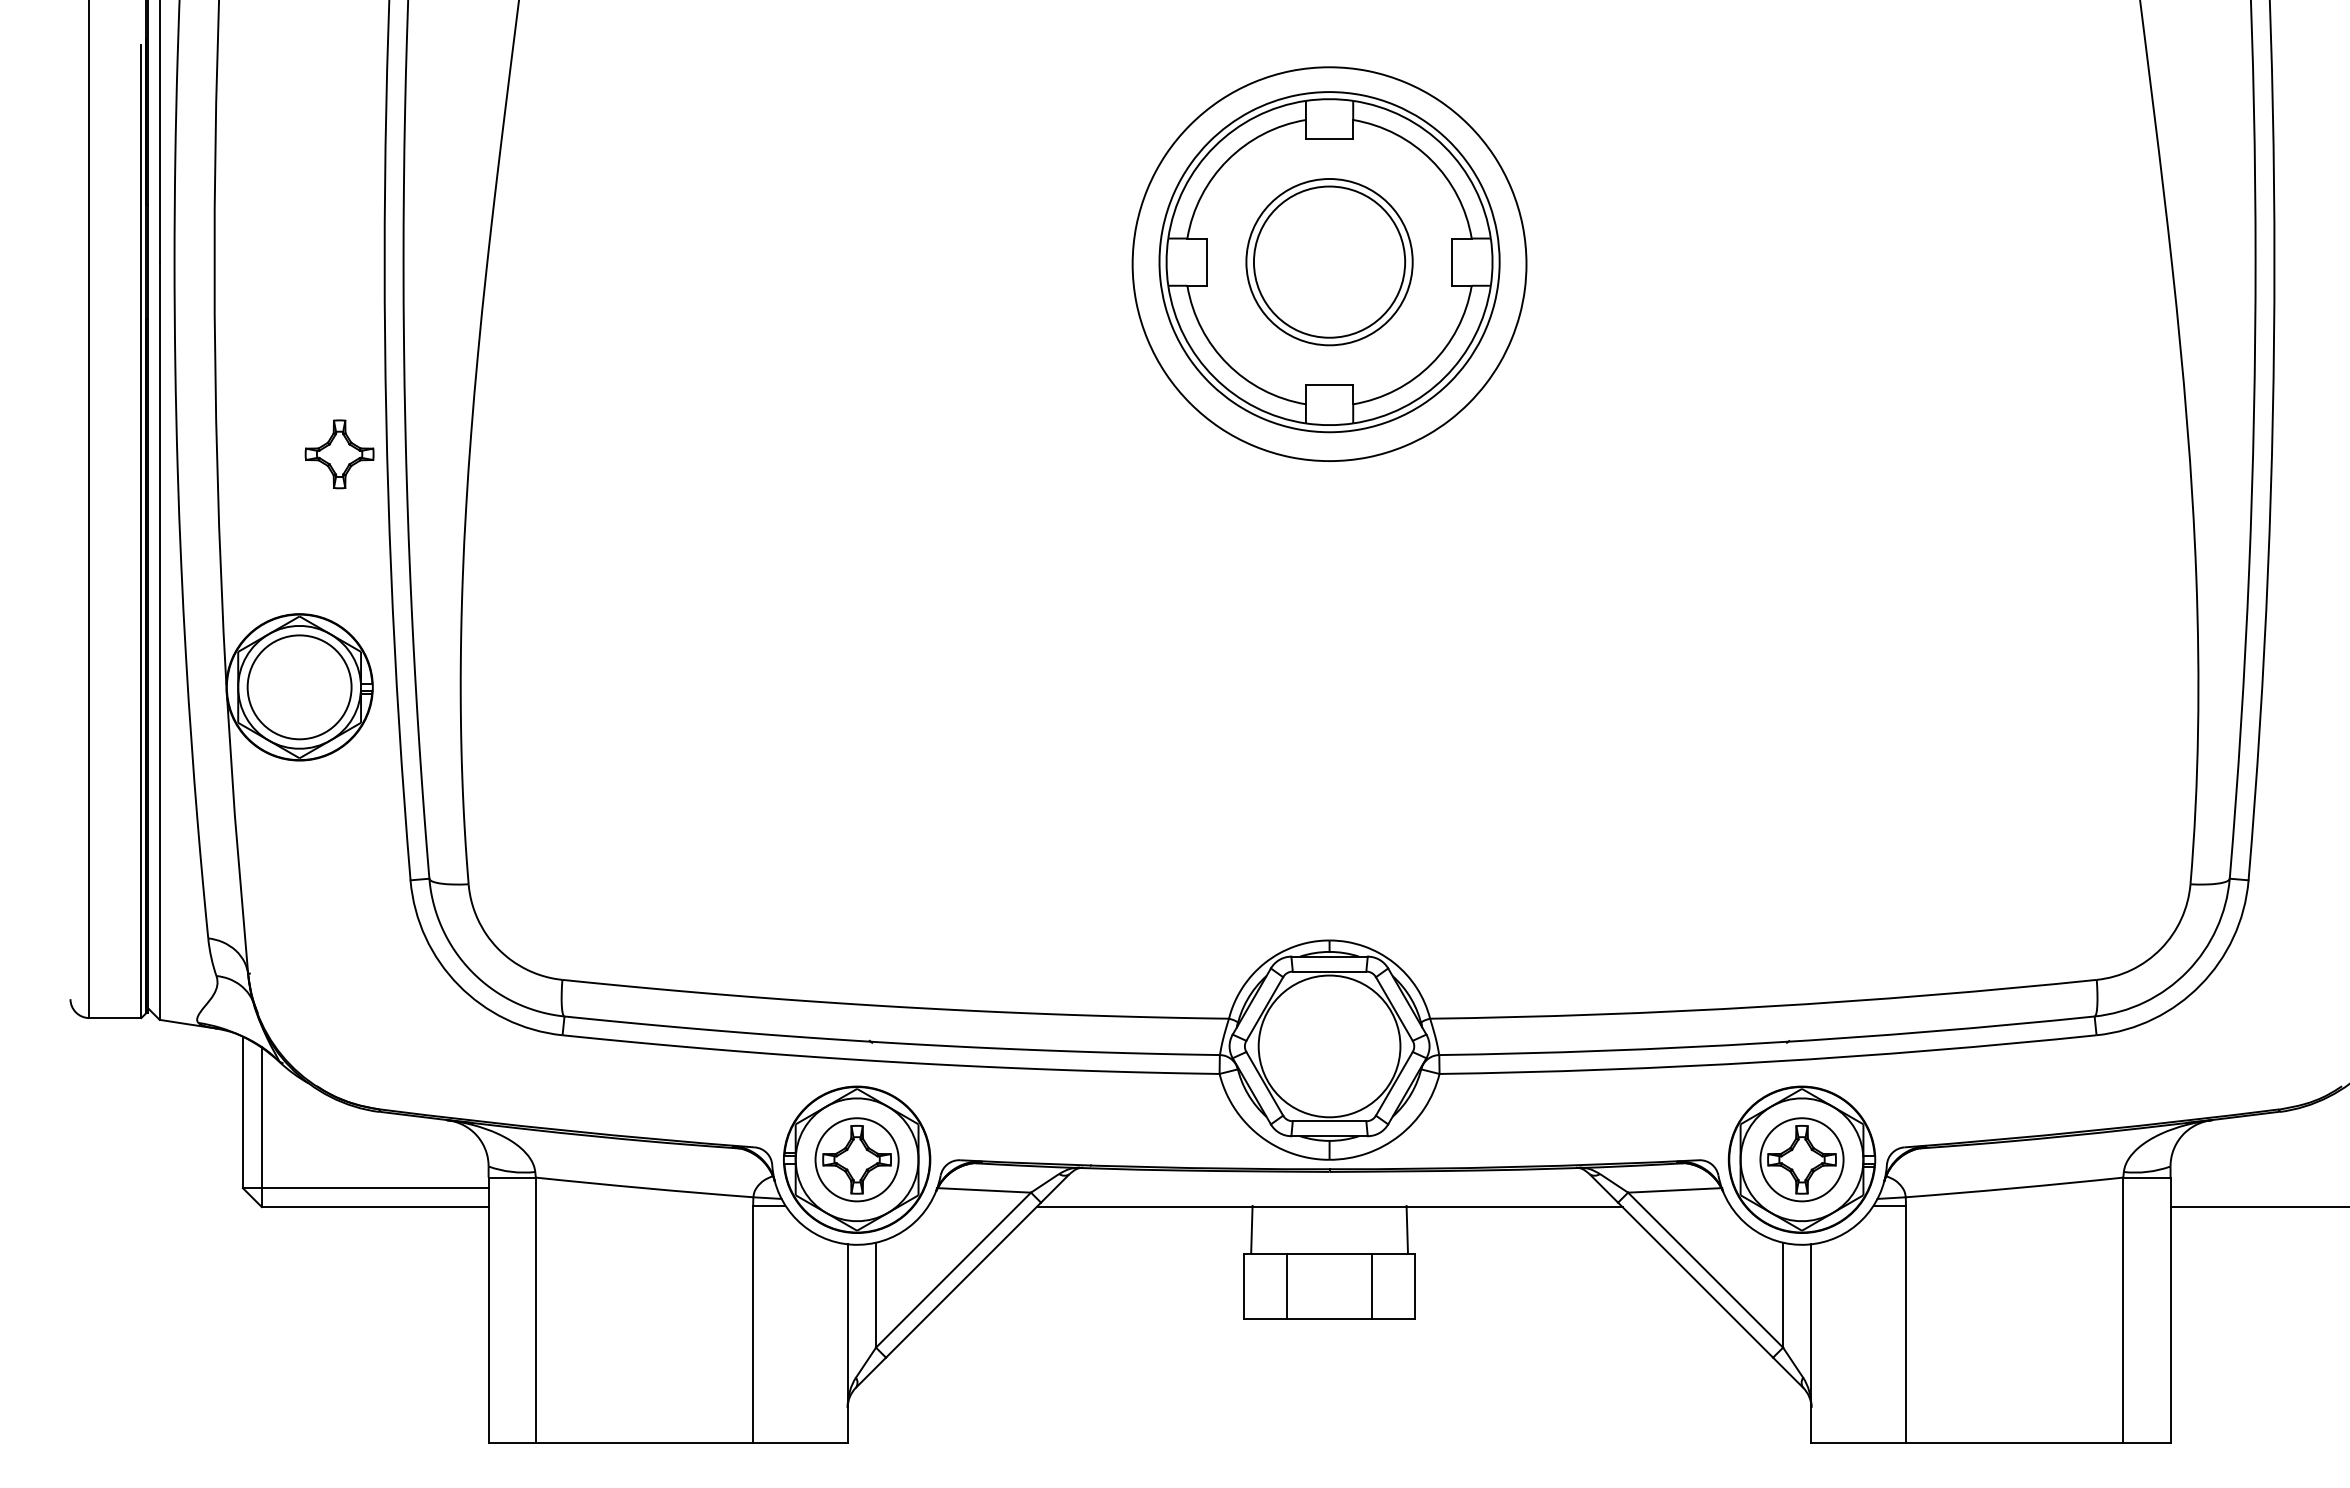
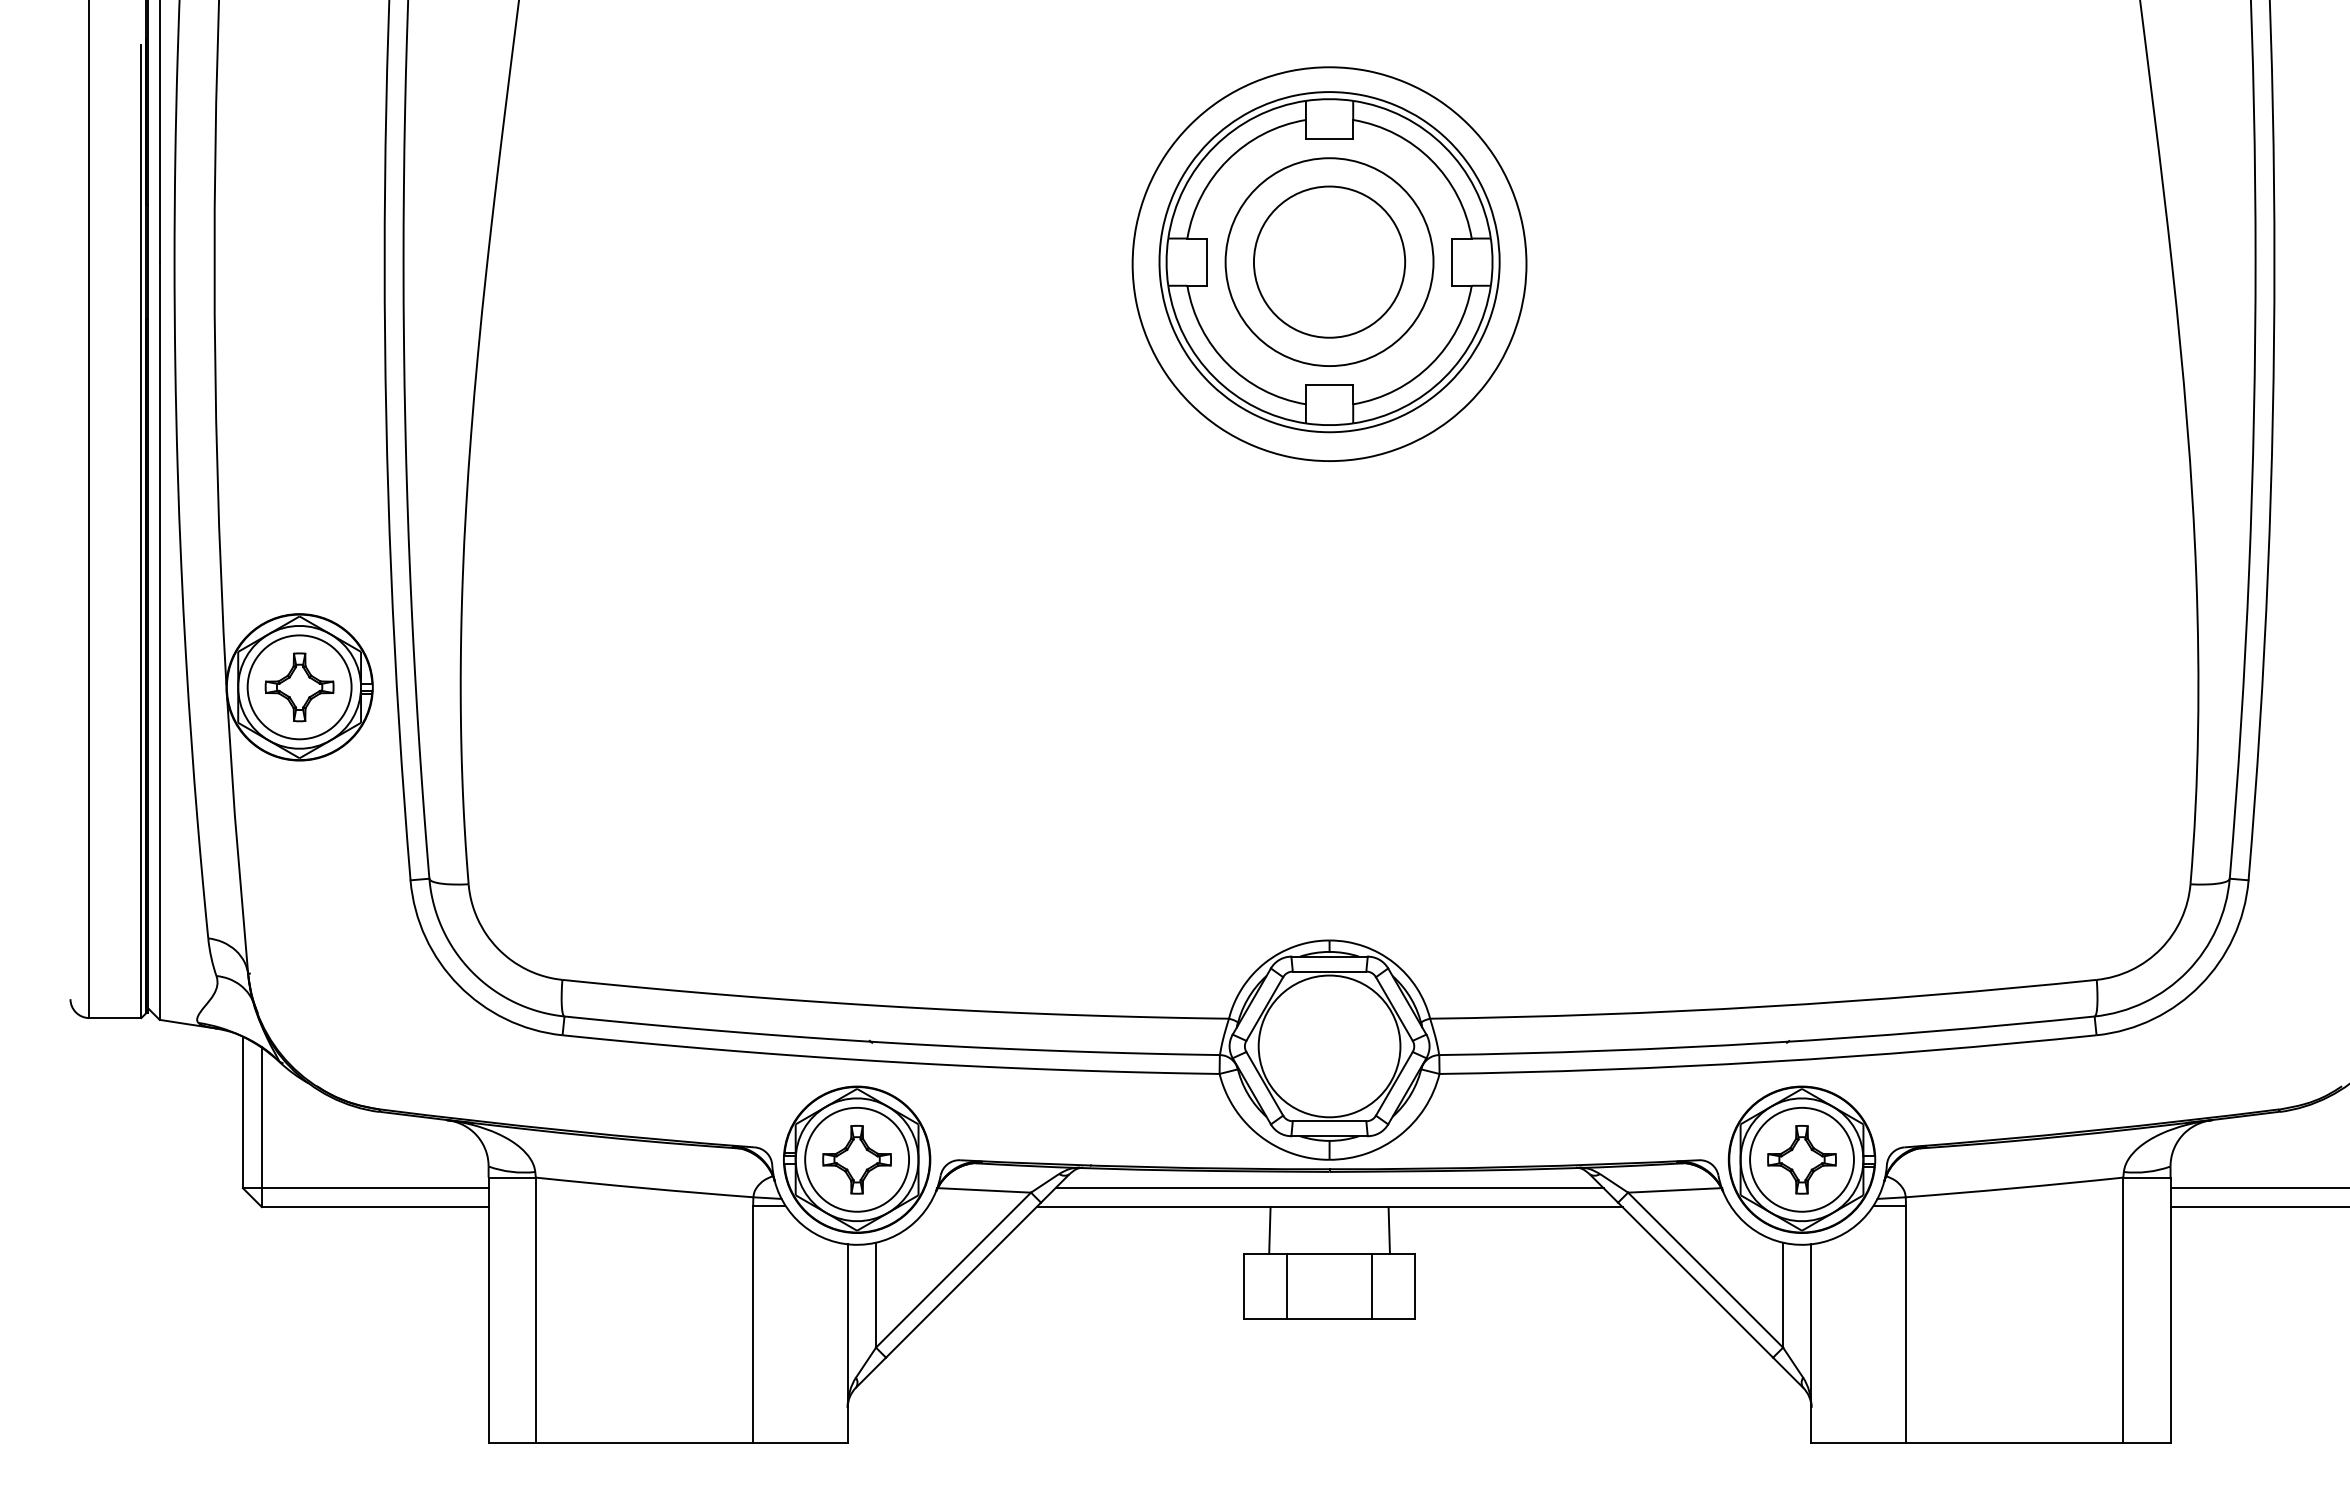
circle at (1329, 262) diameter: 166 px -> 208 px
part at (339, 454) position: (339, 454) -> (299, 687)
circle at (856, 1159) diameter: 83 px -> 104 px
circle at (1801, 1159) diameter: 83 px -> 104 px
line at (1329, 1188): none -> present
line at (2258, 1188): none -> present
line at (1251, 1229) position: (1251, 1229) -> (1269, 1230)
line at (1406, 1229) position: (1406, 1229) -> (1388, 1230)
